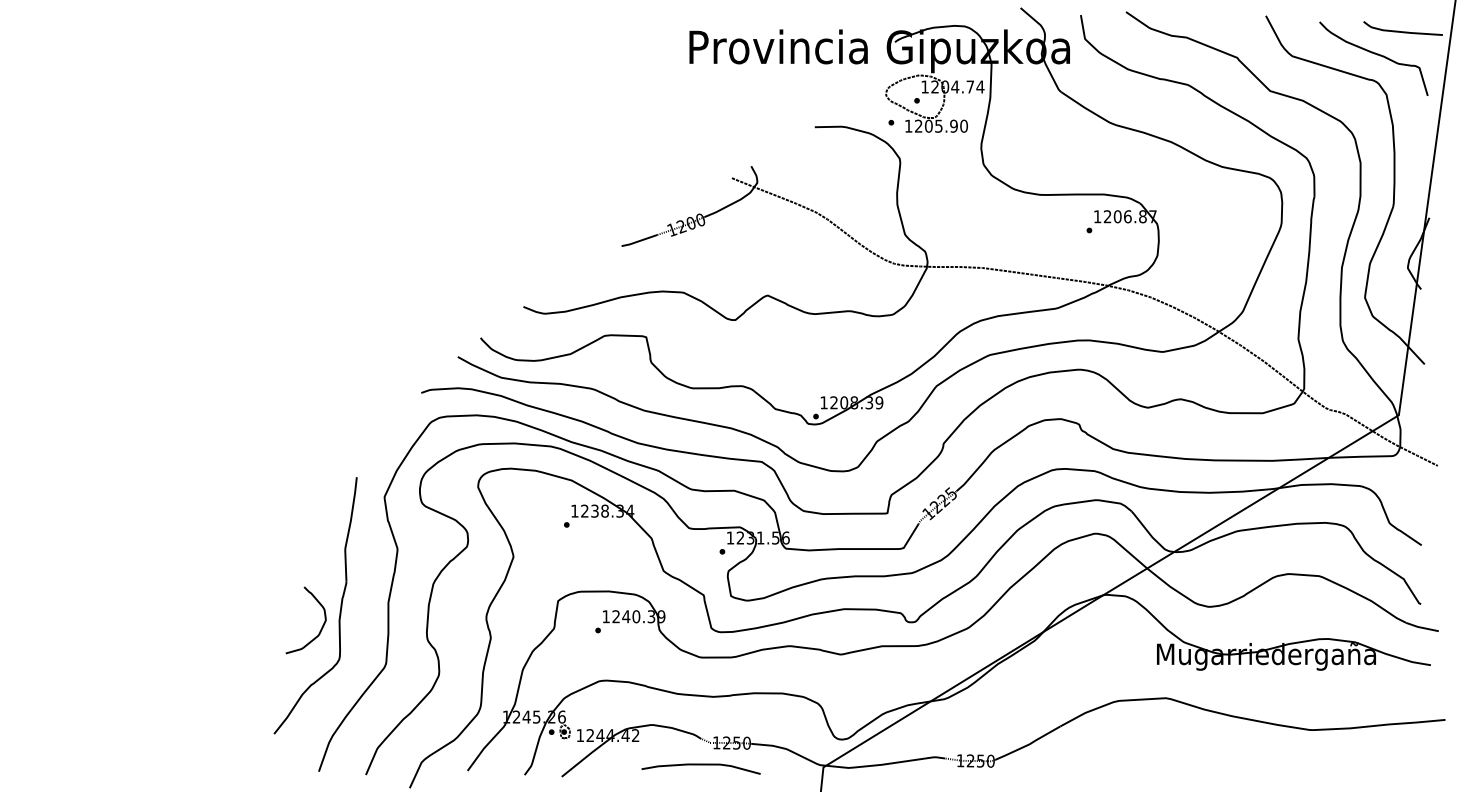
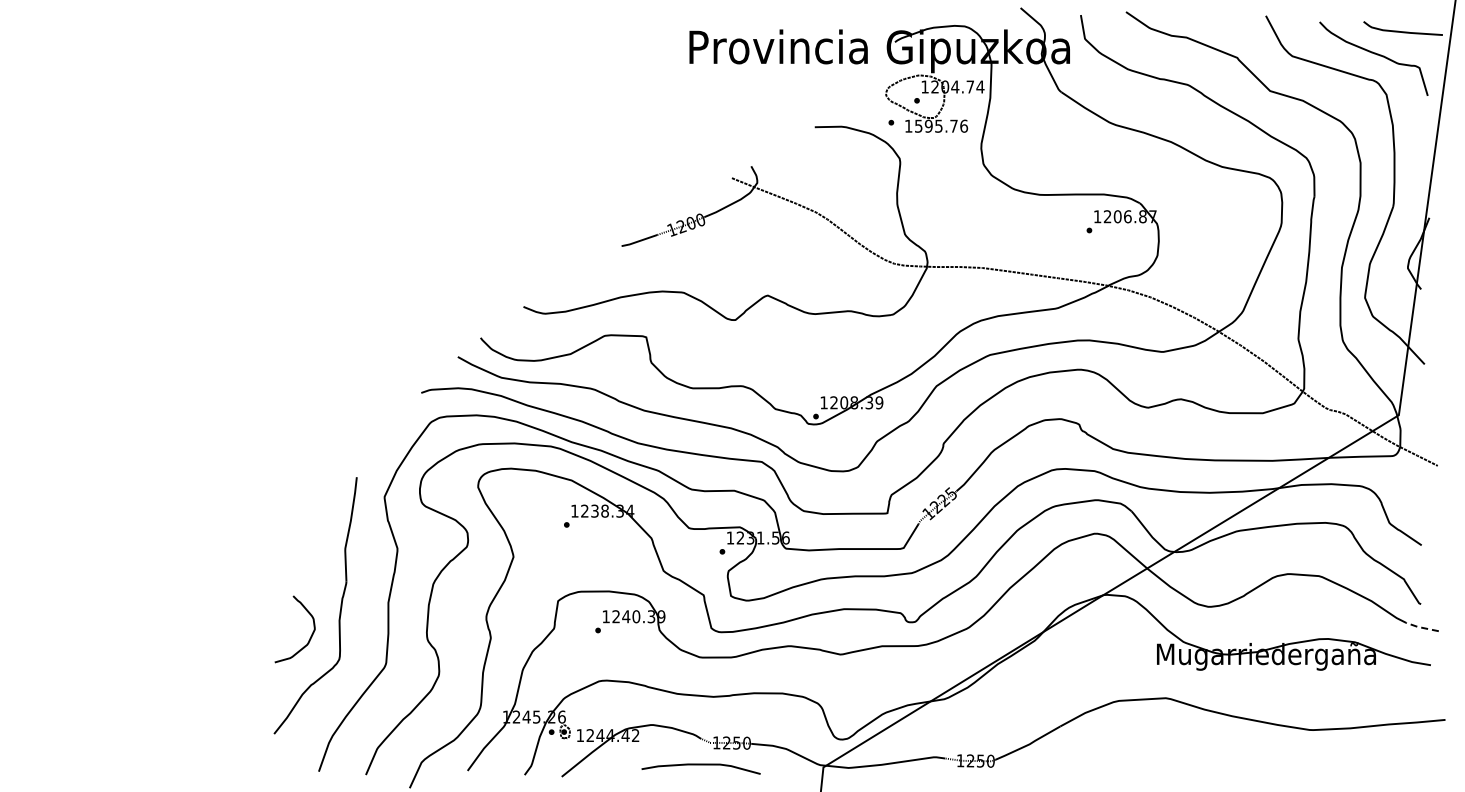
text at (941, 125): 1205.90 -> 1595.76
curve at (321, 627) position: (321, 627) -> (310, 636)
line at (1421, 627): solid -> dashed
